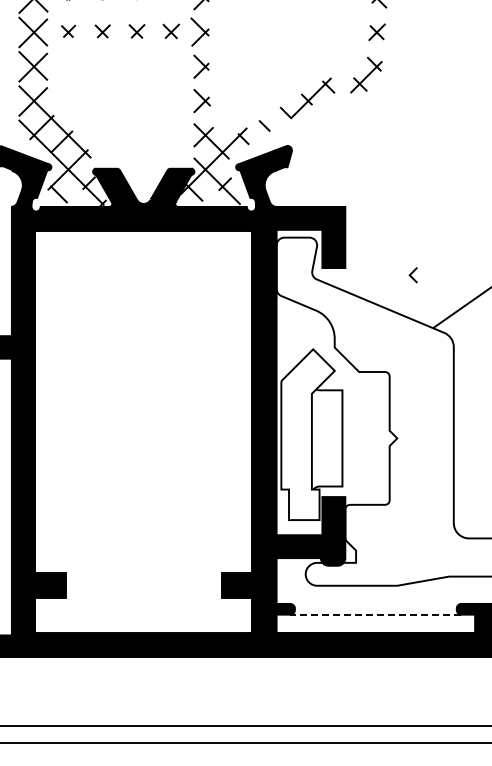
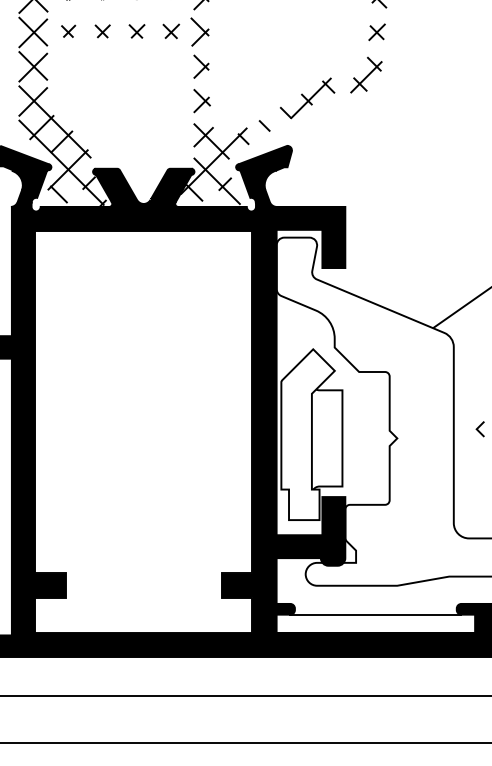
line at (411, 275) position: (411, 275) -> (478, 429)
line at (375, 614): dashed -> solid
line at (245, 725) position: (245, 725) -> (245, 695)
